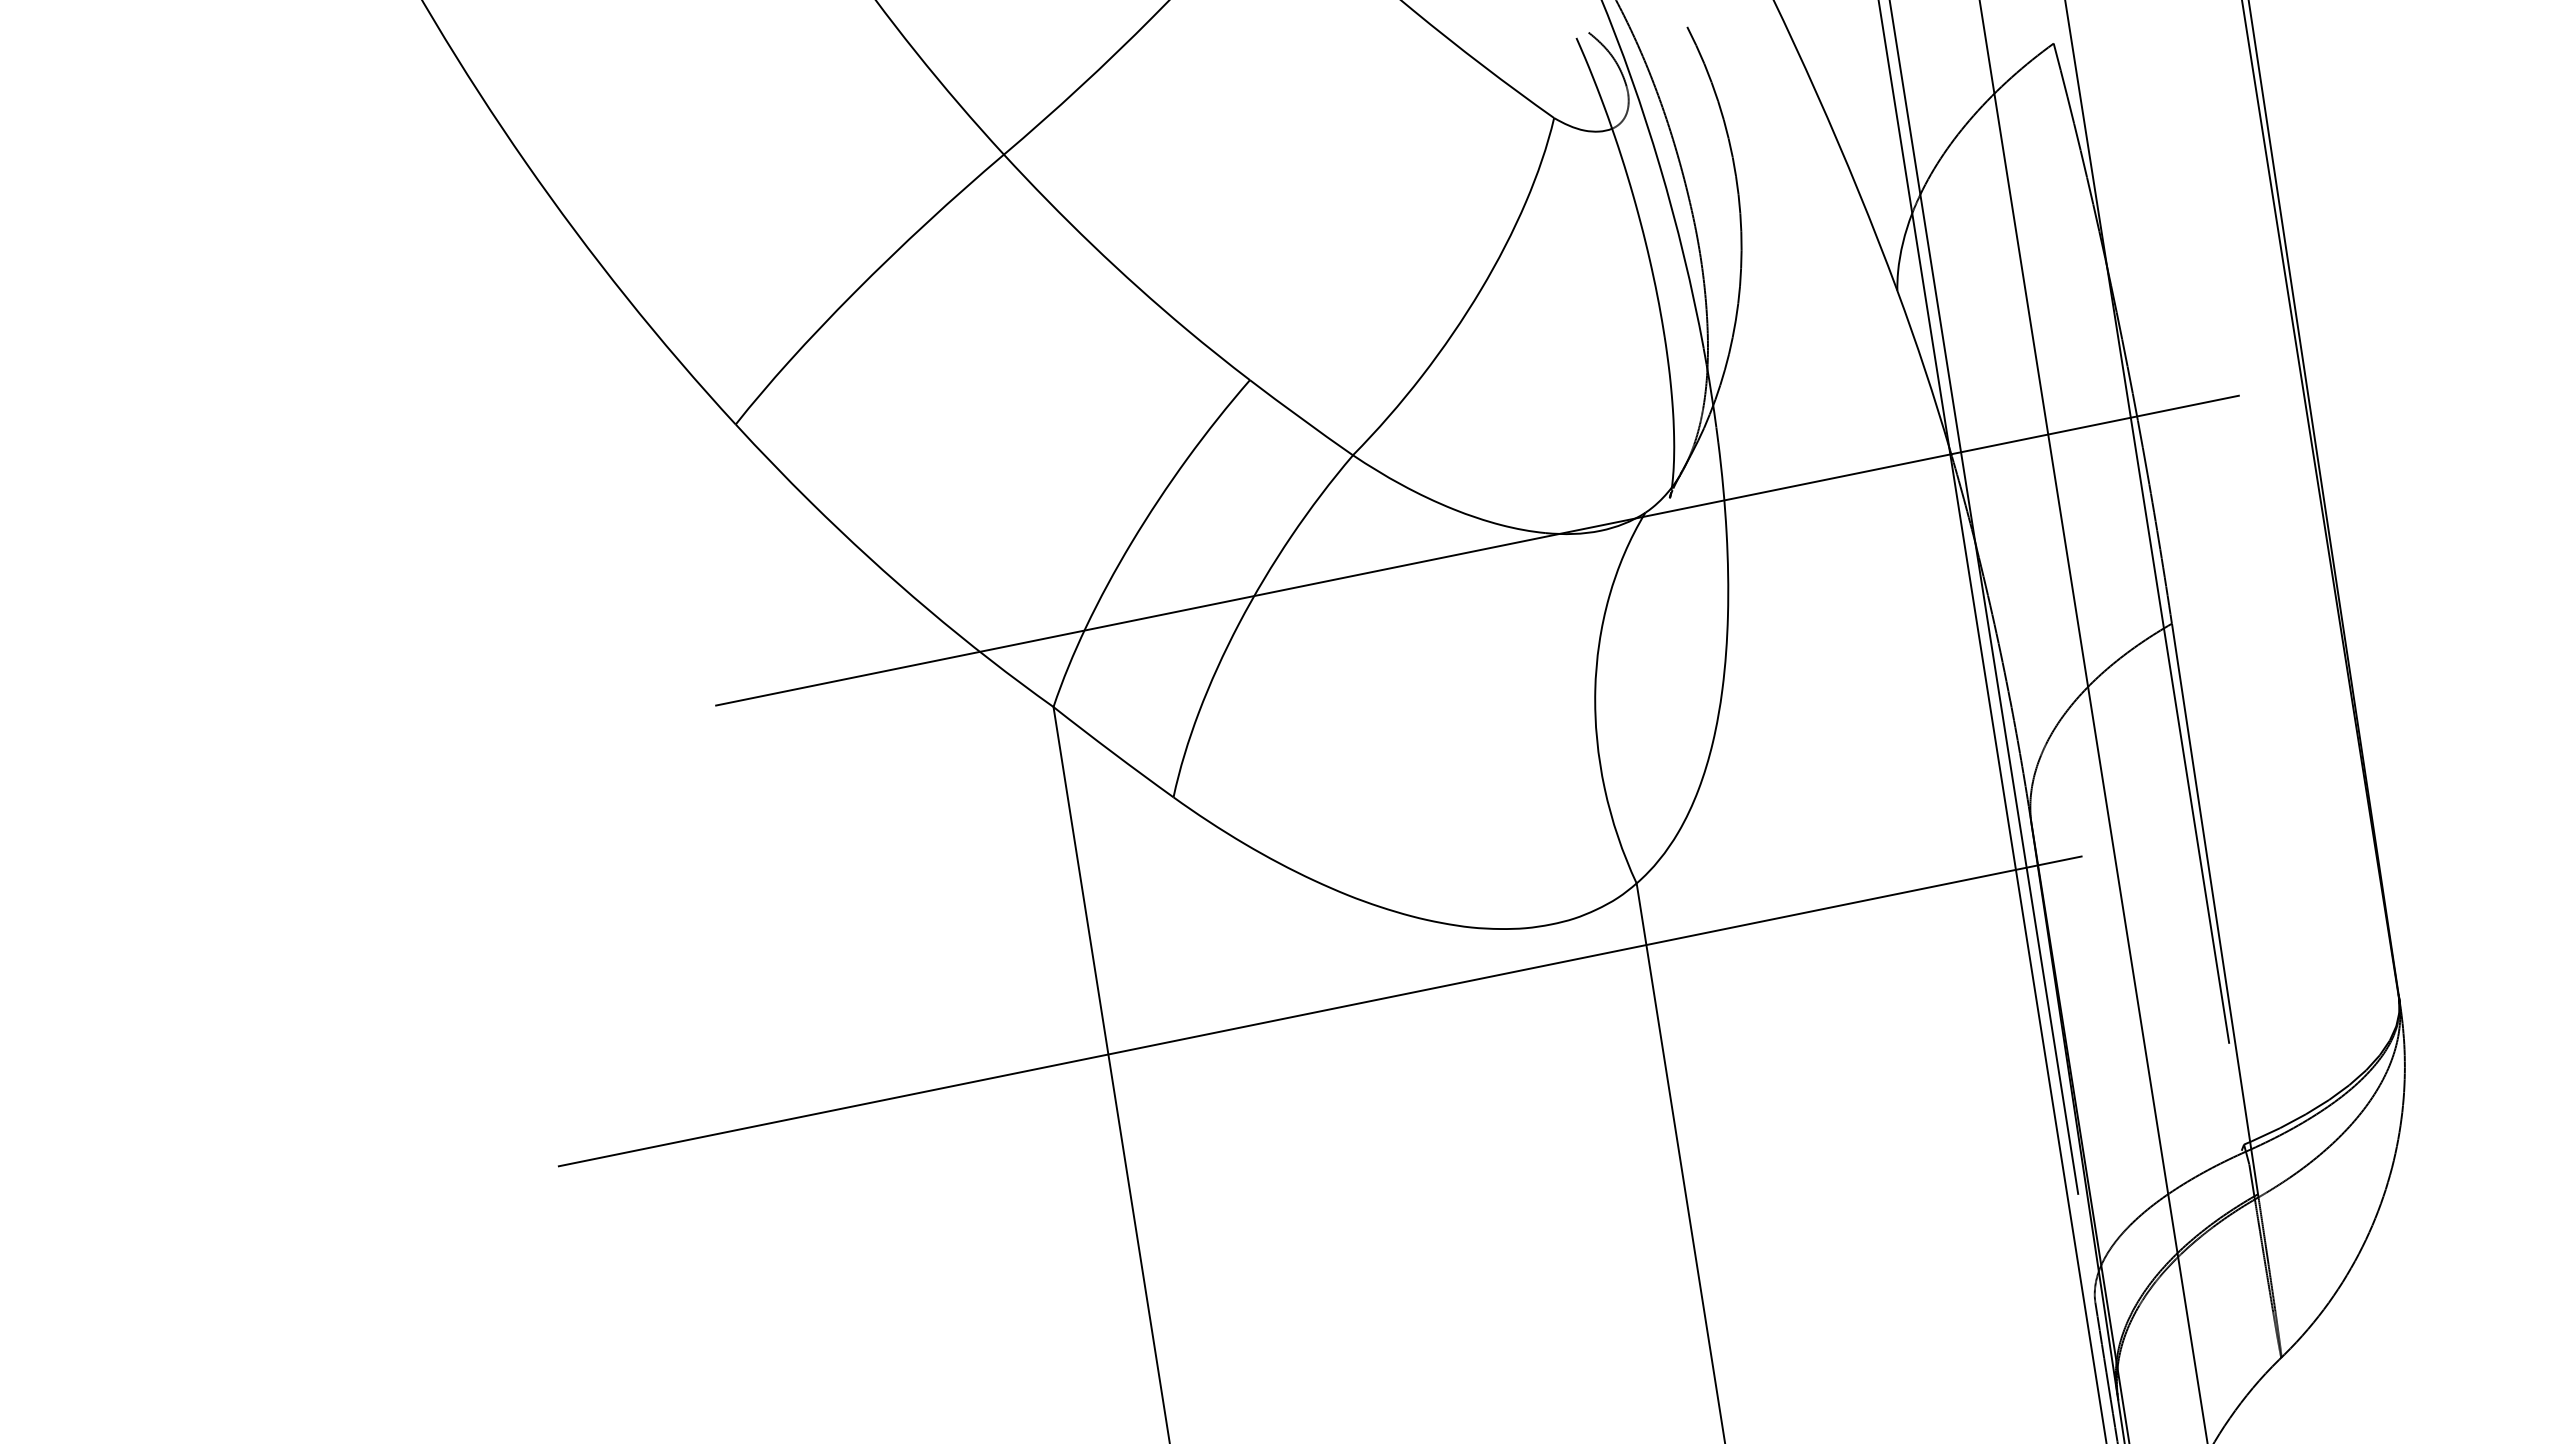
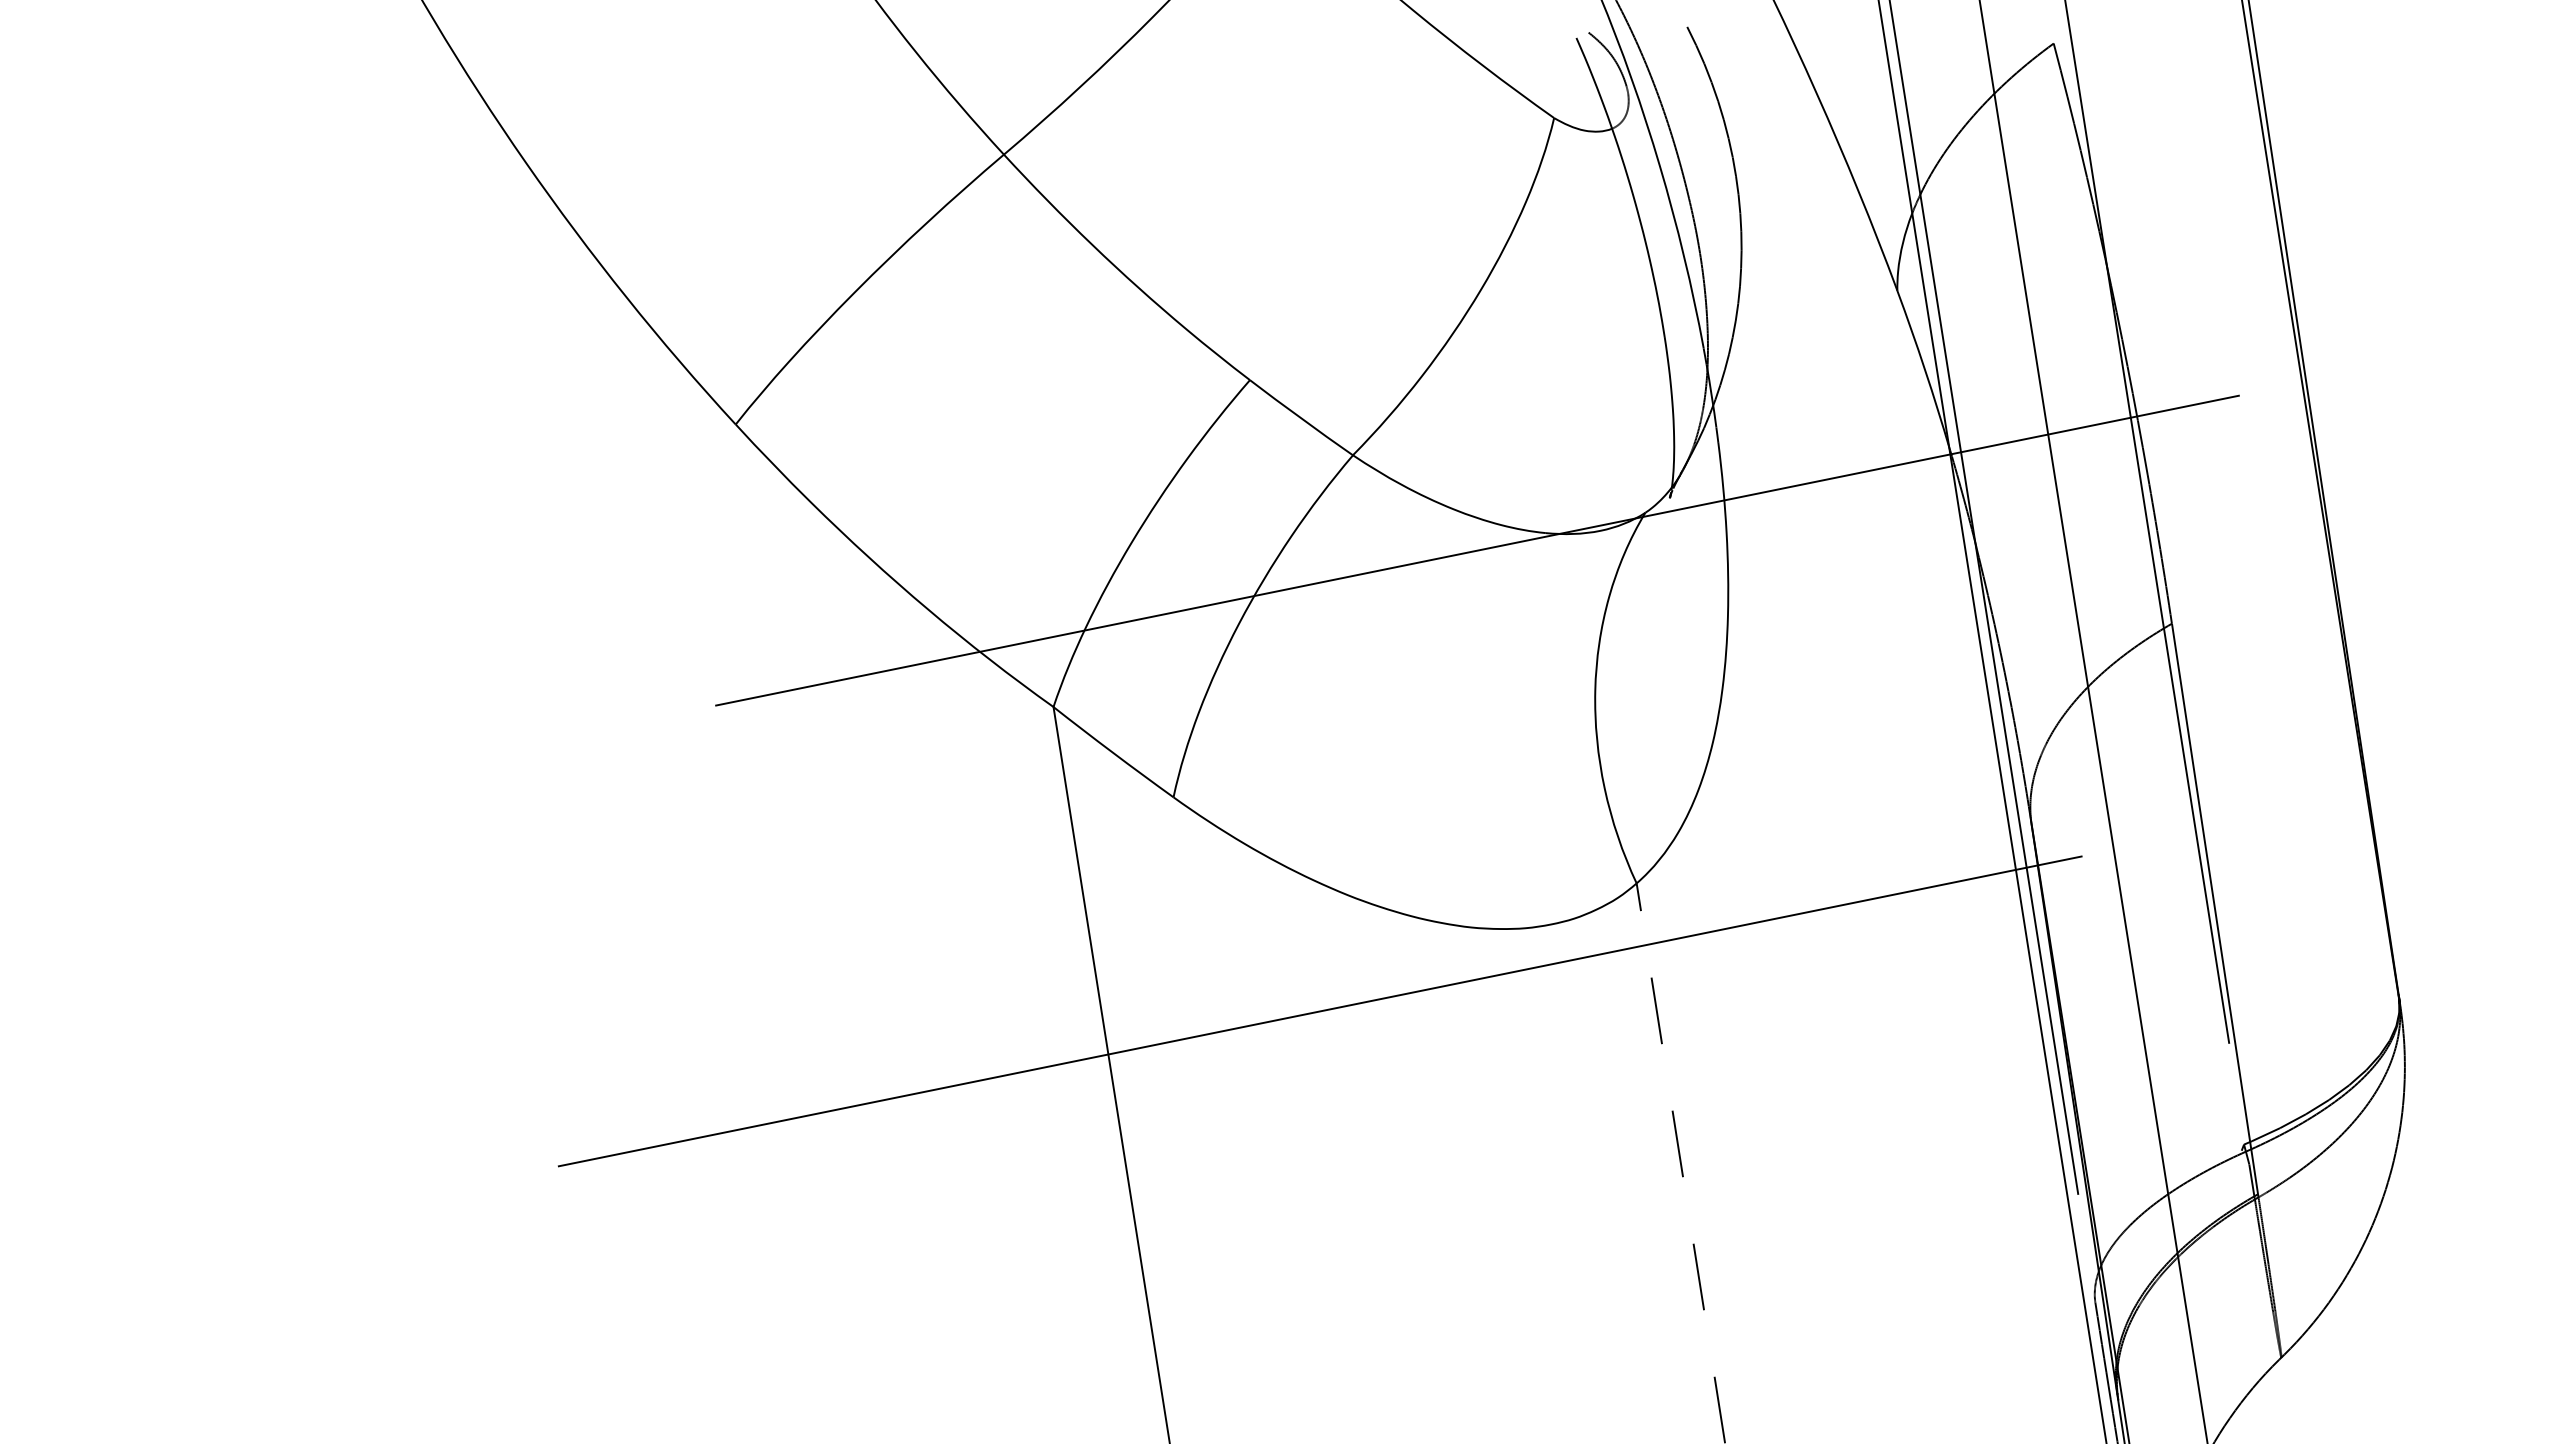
line at (1680, 1163): solid -> dashed
